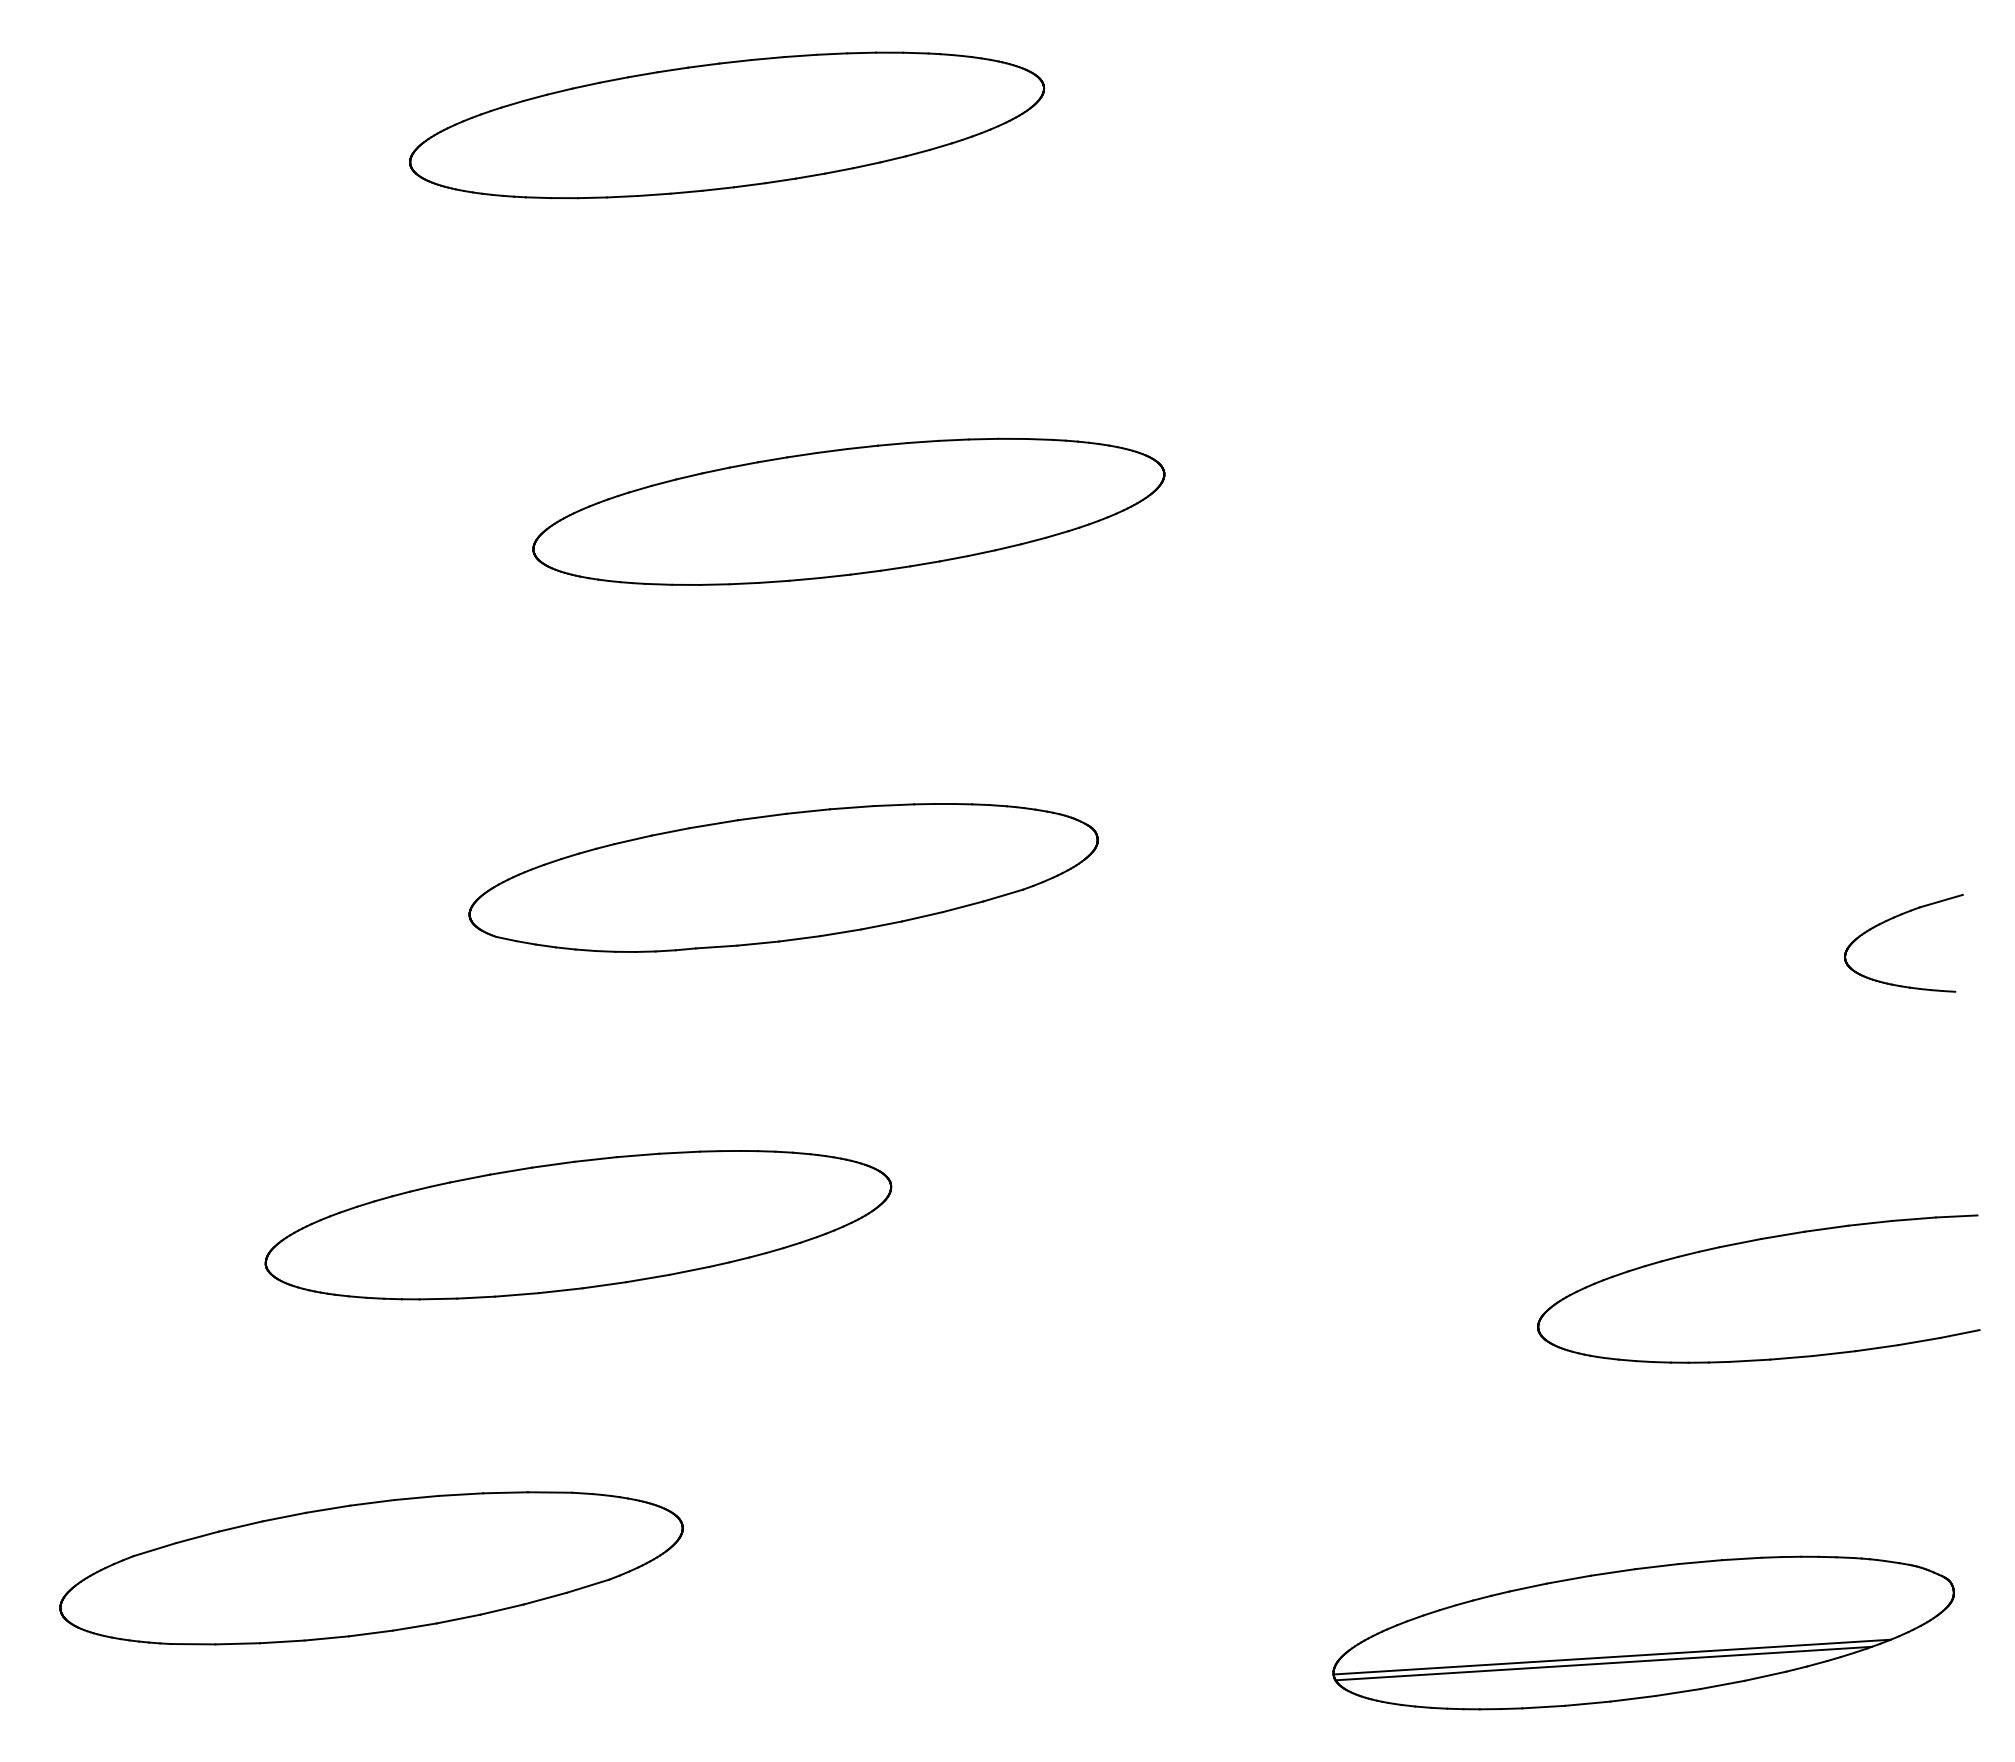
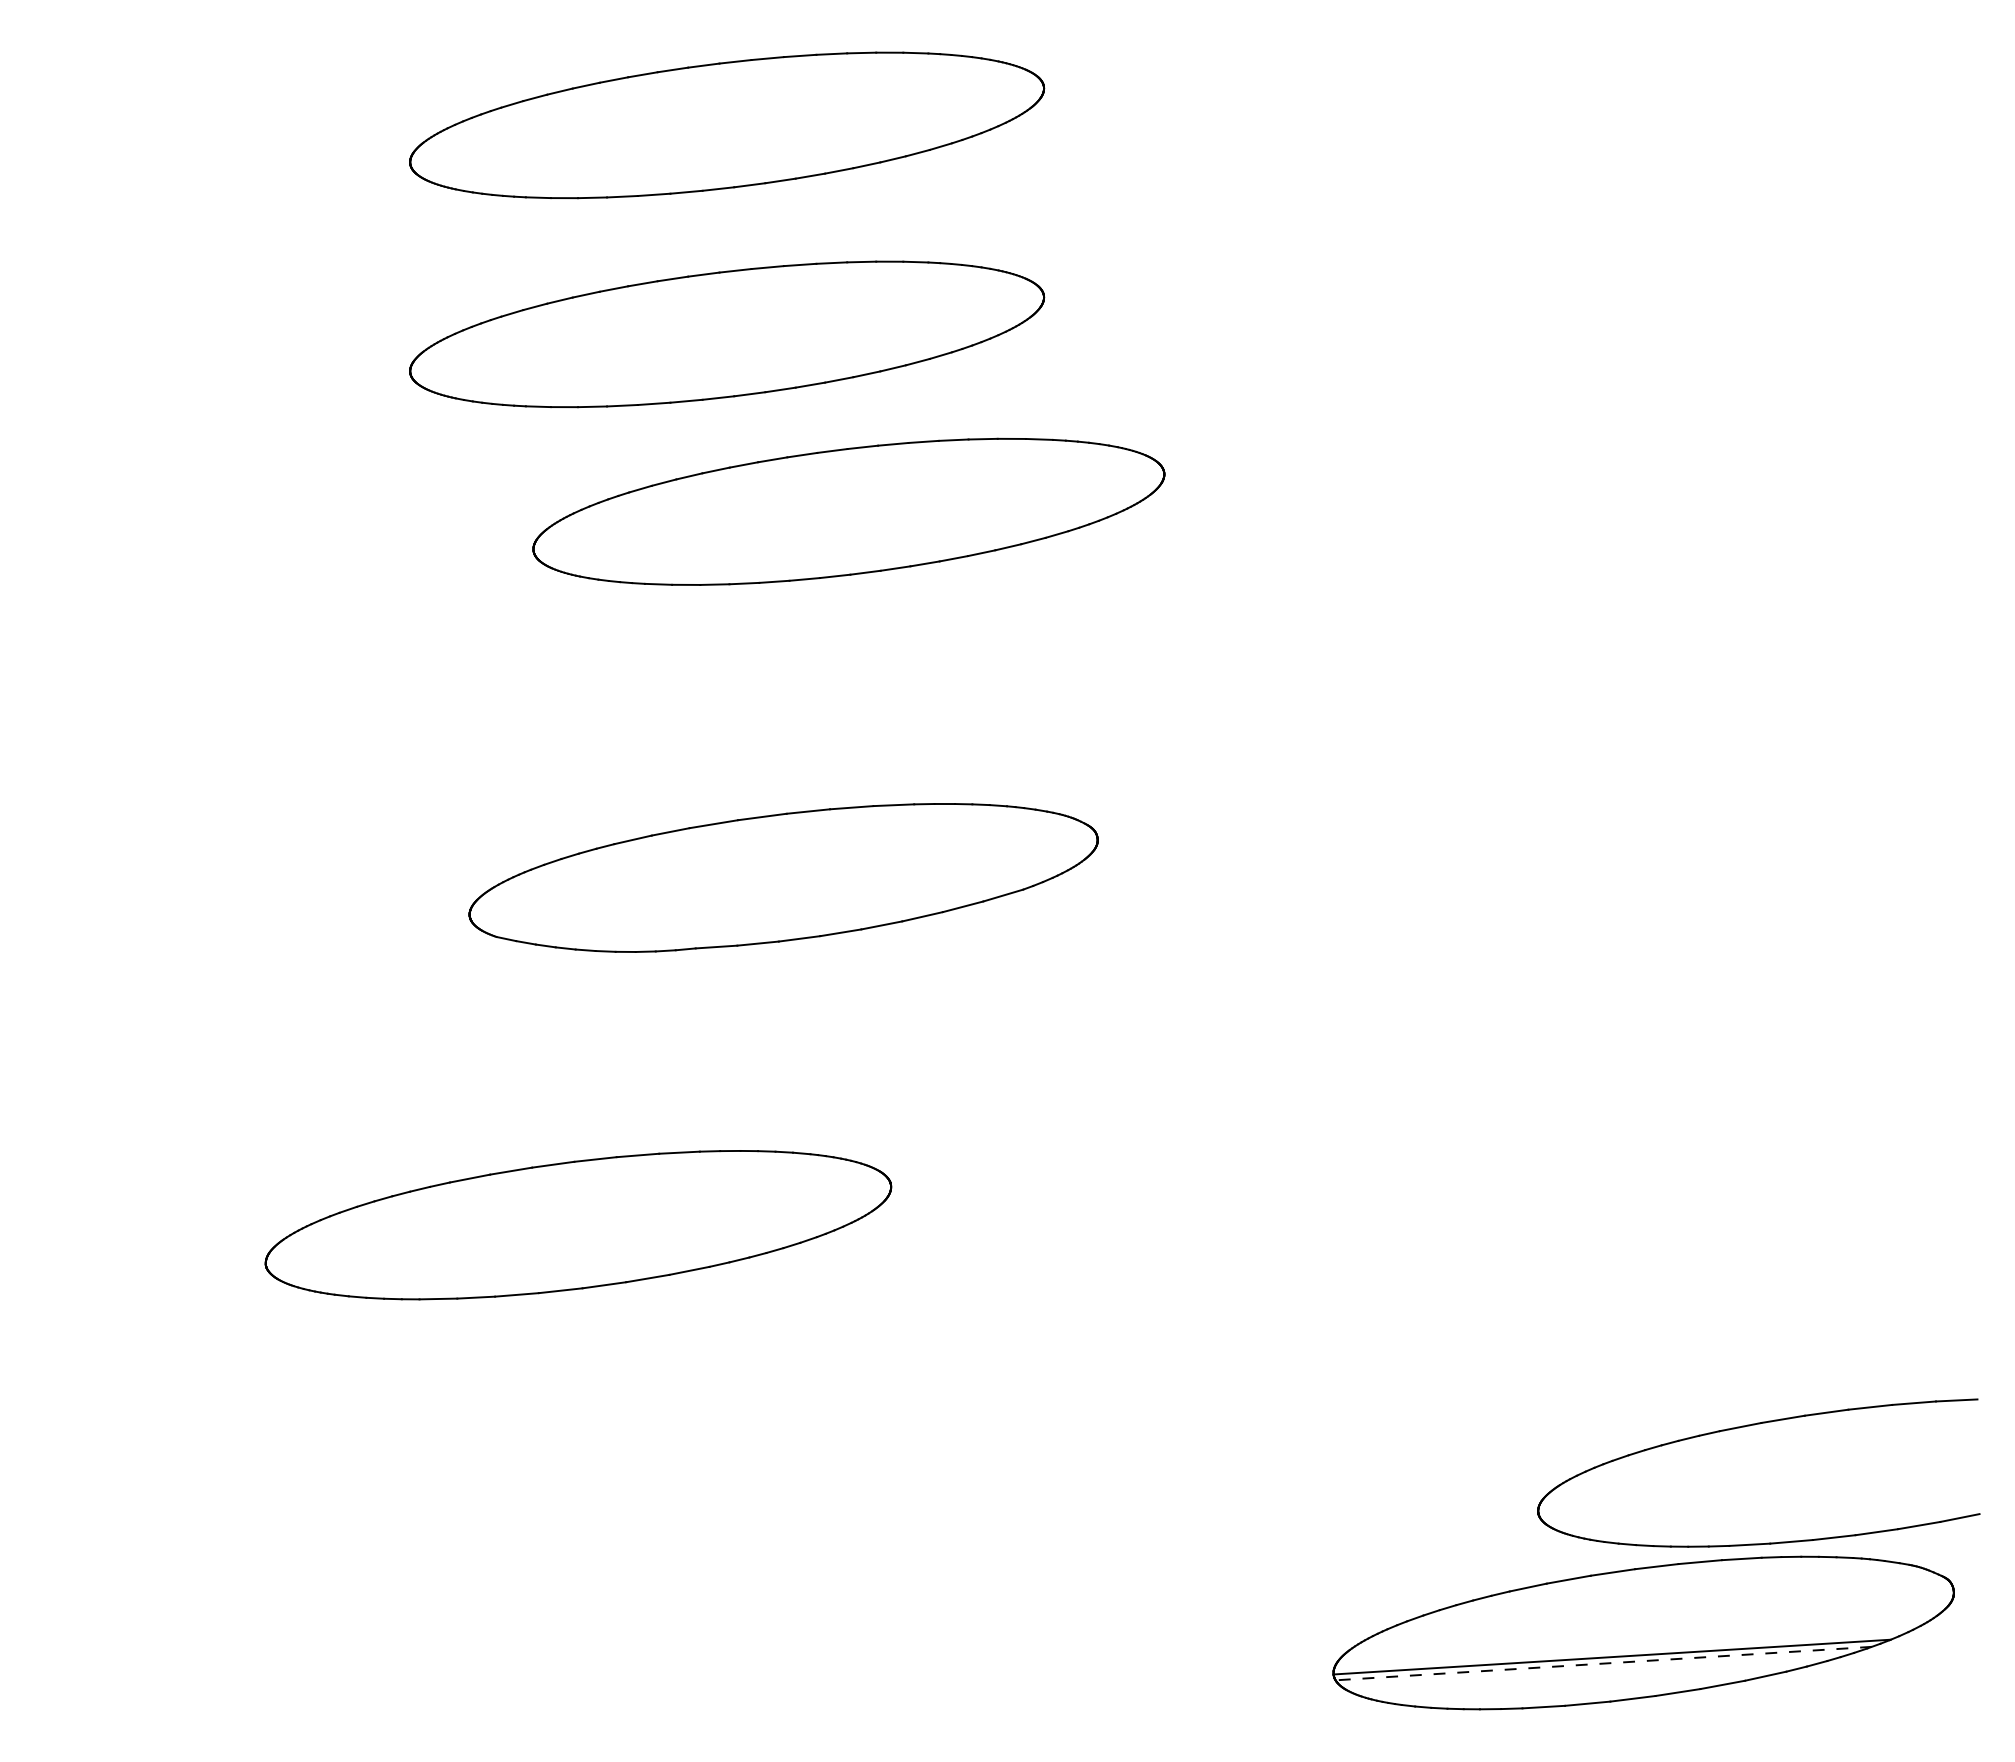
part at (727, 334): none -> present
part at (1892, 919): present -> none
part at (1749, 1242) position: (1749, 1242) -> (1749, 1426)
part at (371, 1568): present -> none
line at (1603, 1663): solid -> dashed
